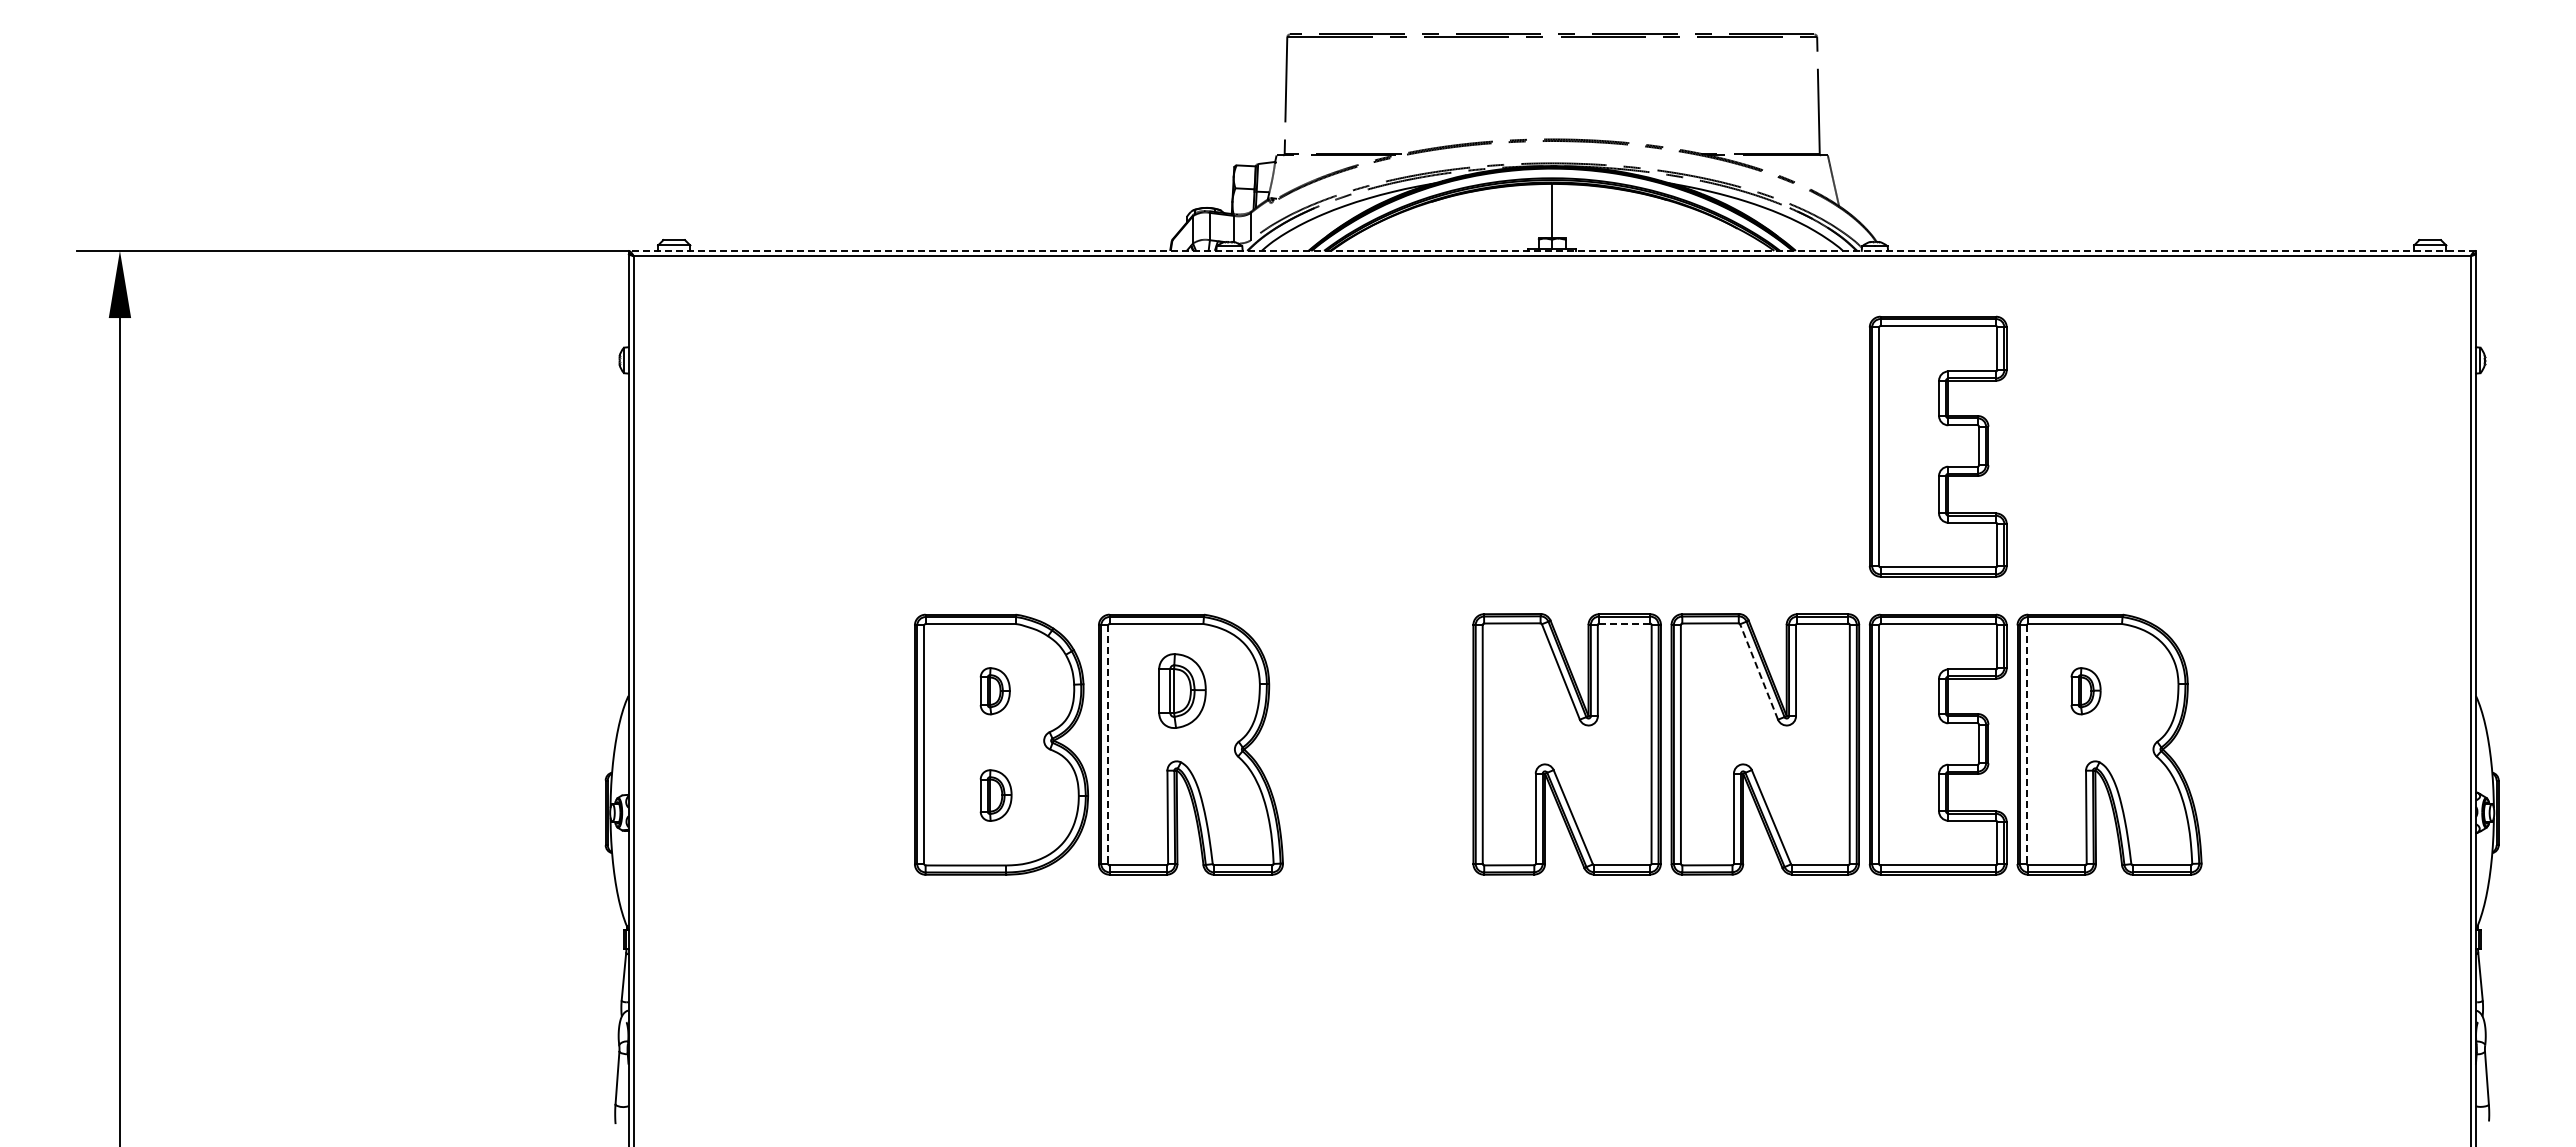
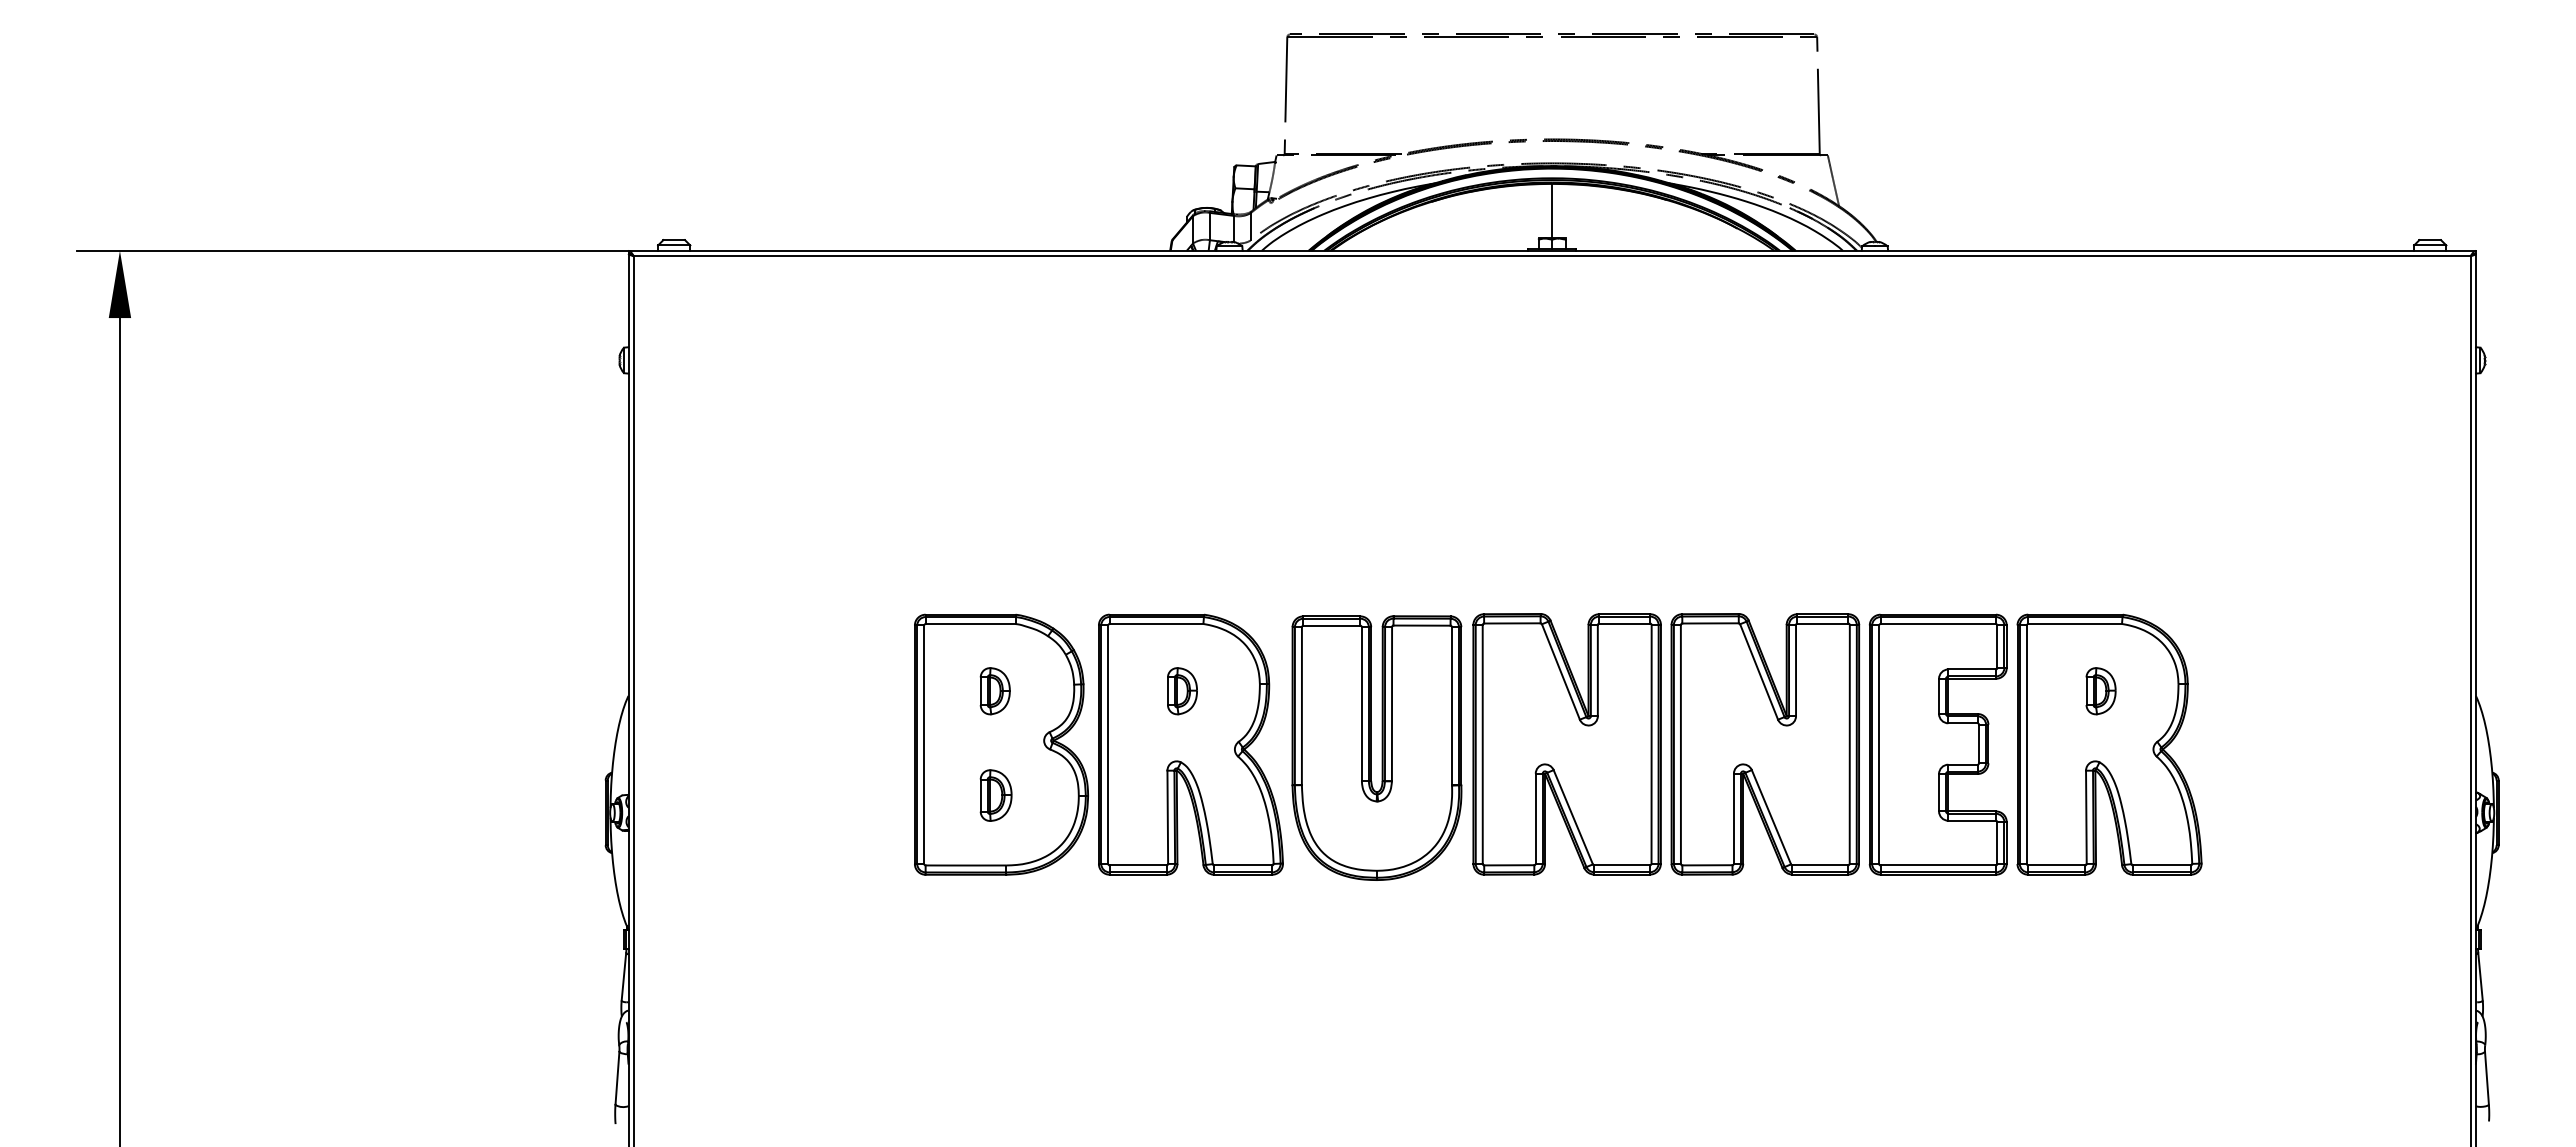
line at (1552, 250): dashed -> solid
part at (1937, 446): present -> none
line at (1624, 623): dashed -> solid
line at (1758, 671): dashed -> solid
part at (1182, 690) size: 49x76 px -> 31x49 px
part at (2085, 691) position: (2085, 691) -> (2100, 691)
line at (1108, 745): dashed -> solid
line at (2026, 745): dashed -> solid
part at (1376, 747): none -> present
